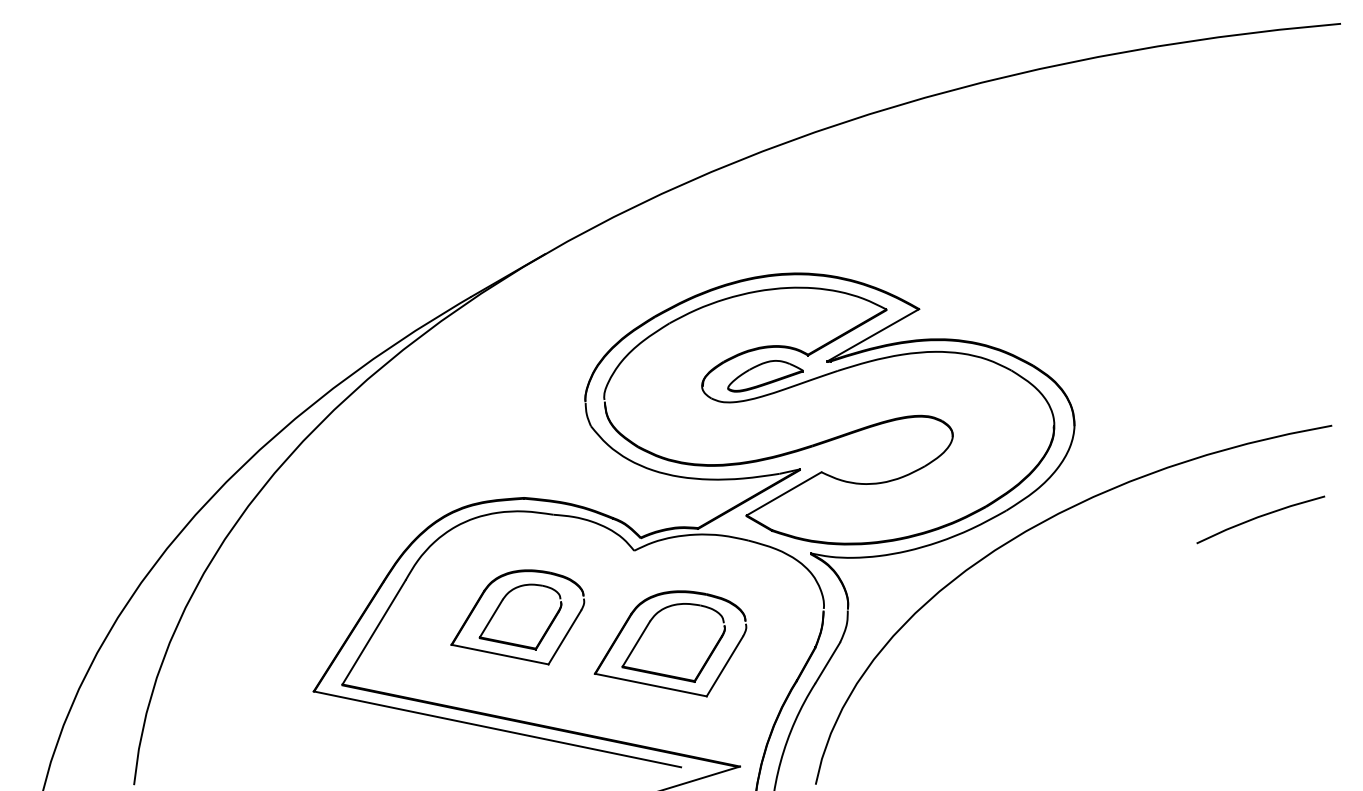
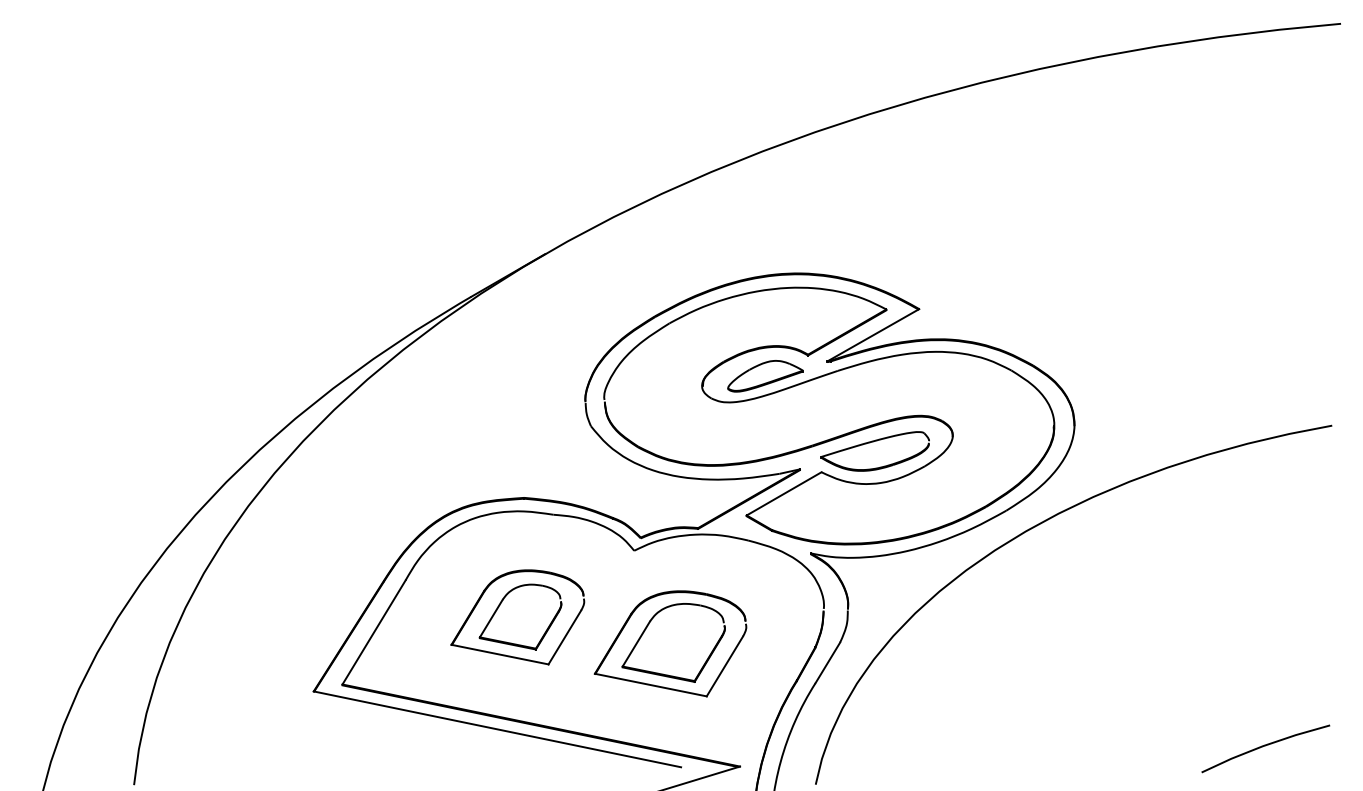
part at (874, 451): none -> present
line at (1260, 517) position: (1260, 517) -> (1265, 746)
